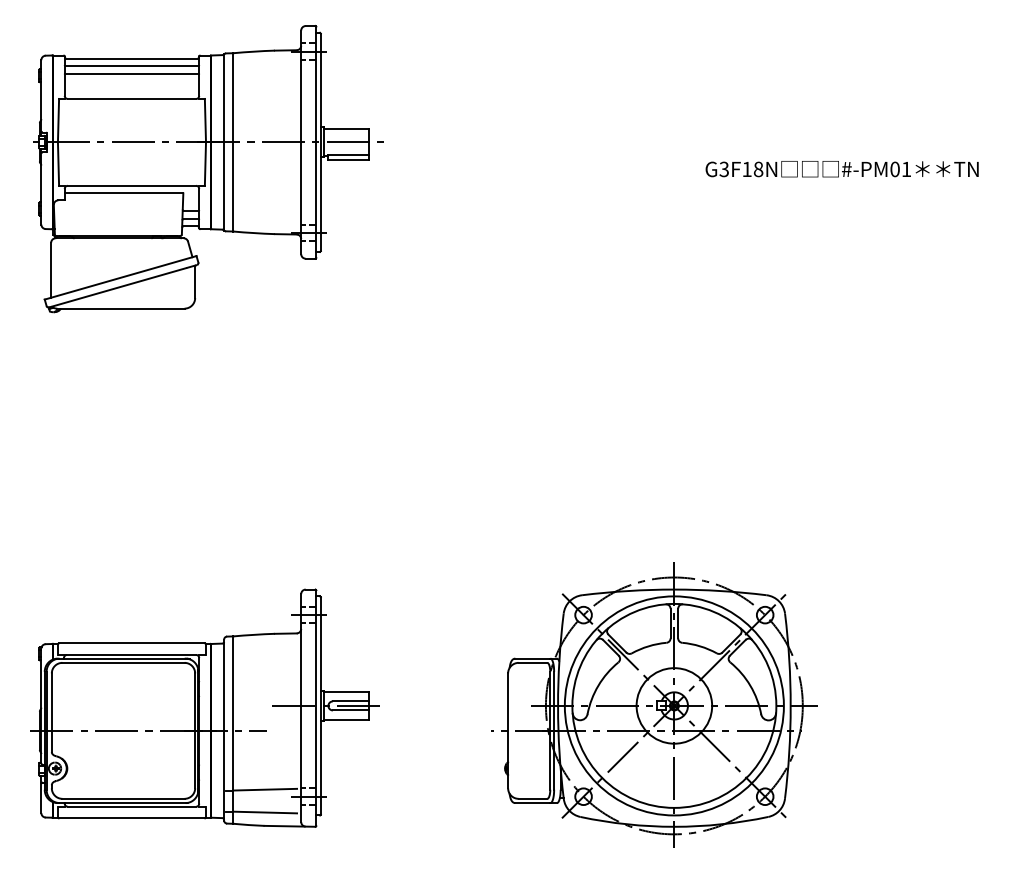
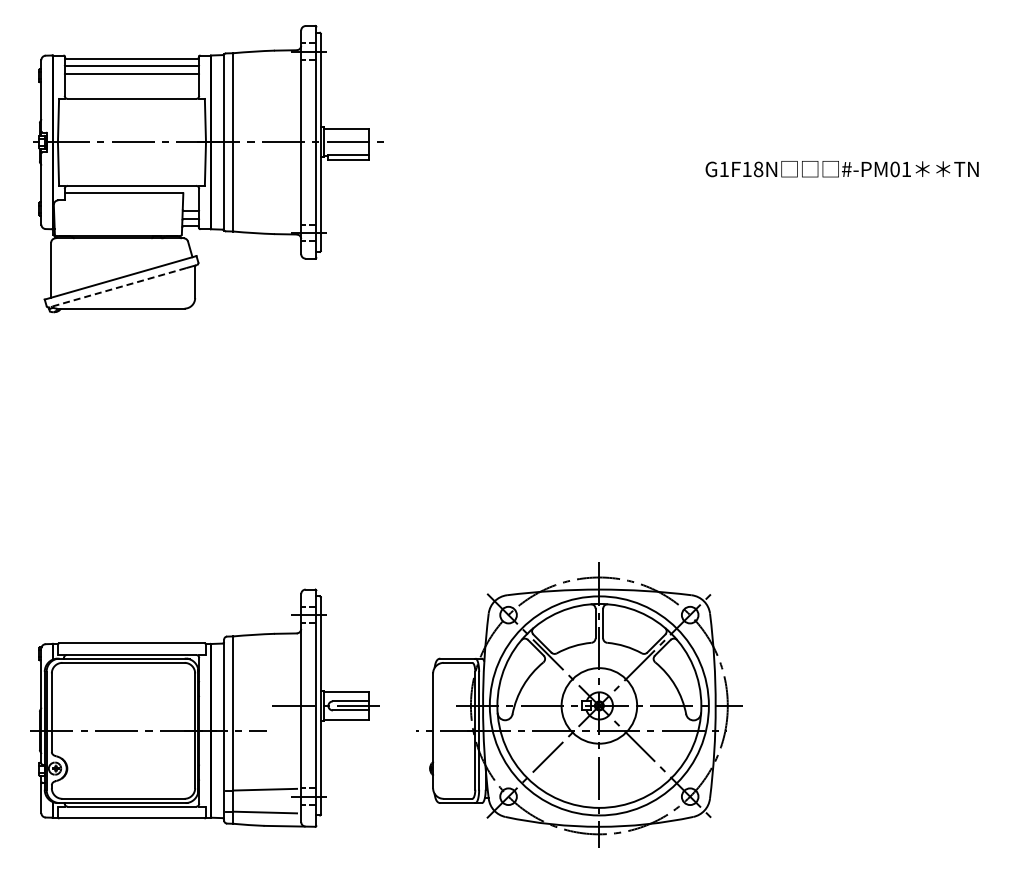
text at (723, 169): G3F18N -> G1F18N
line at (117, 287): solid -> dashed
part at (654, 704) position: (654, 704) -> (579, 704)
